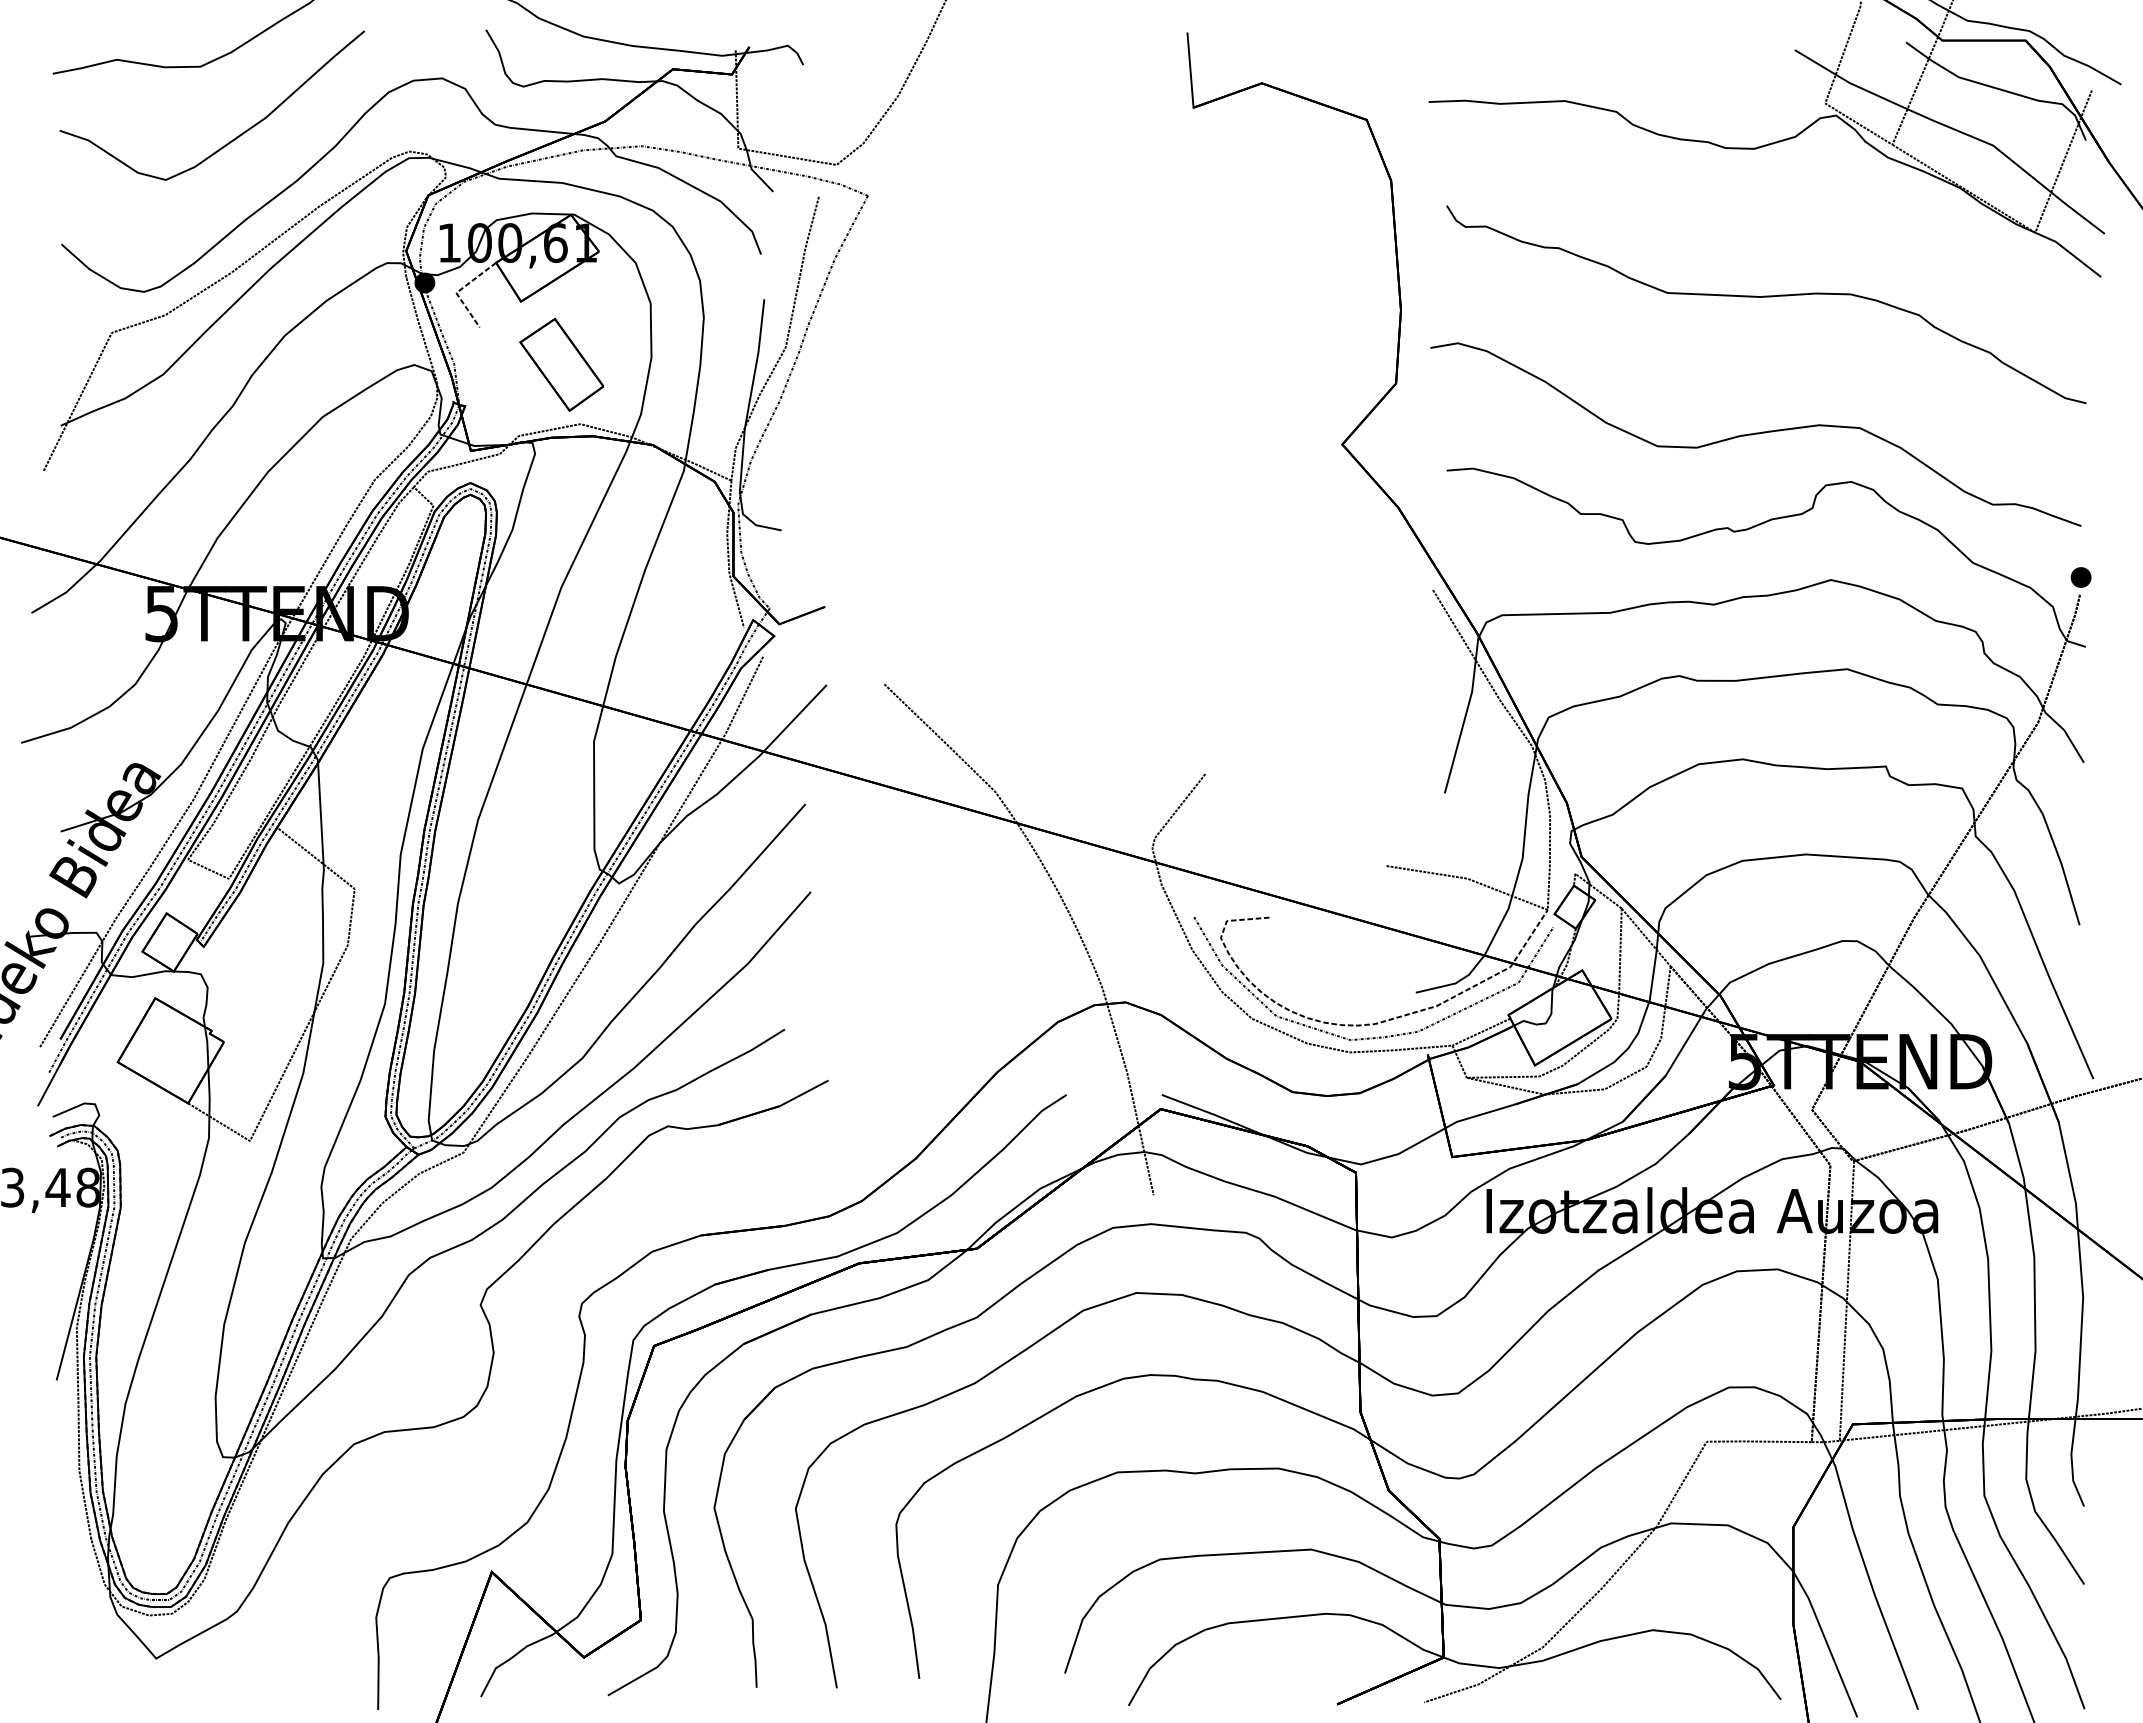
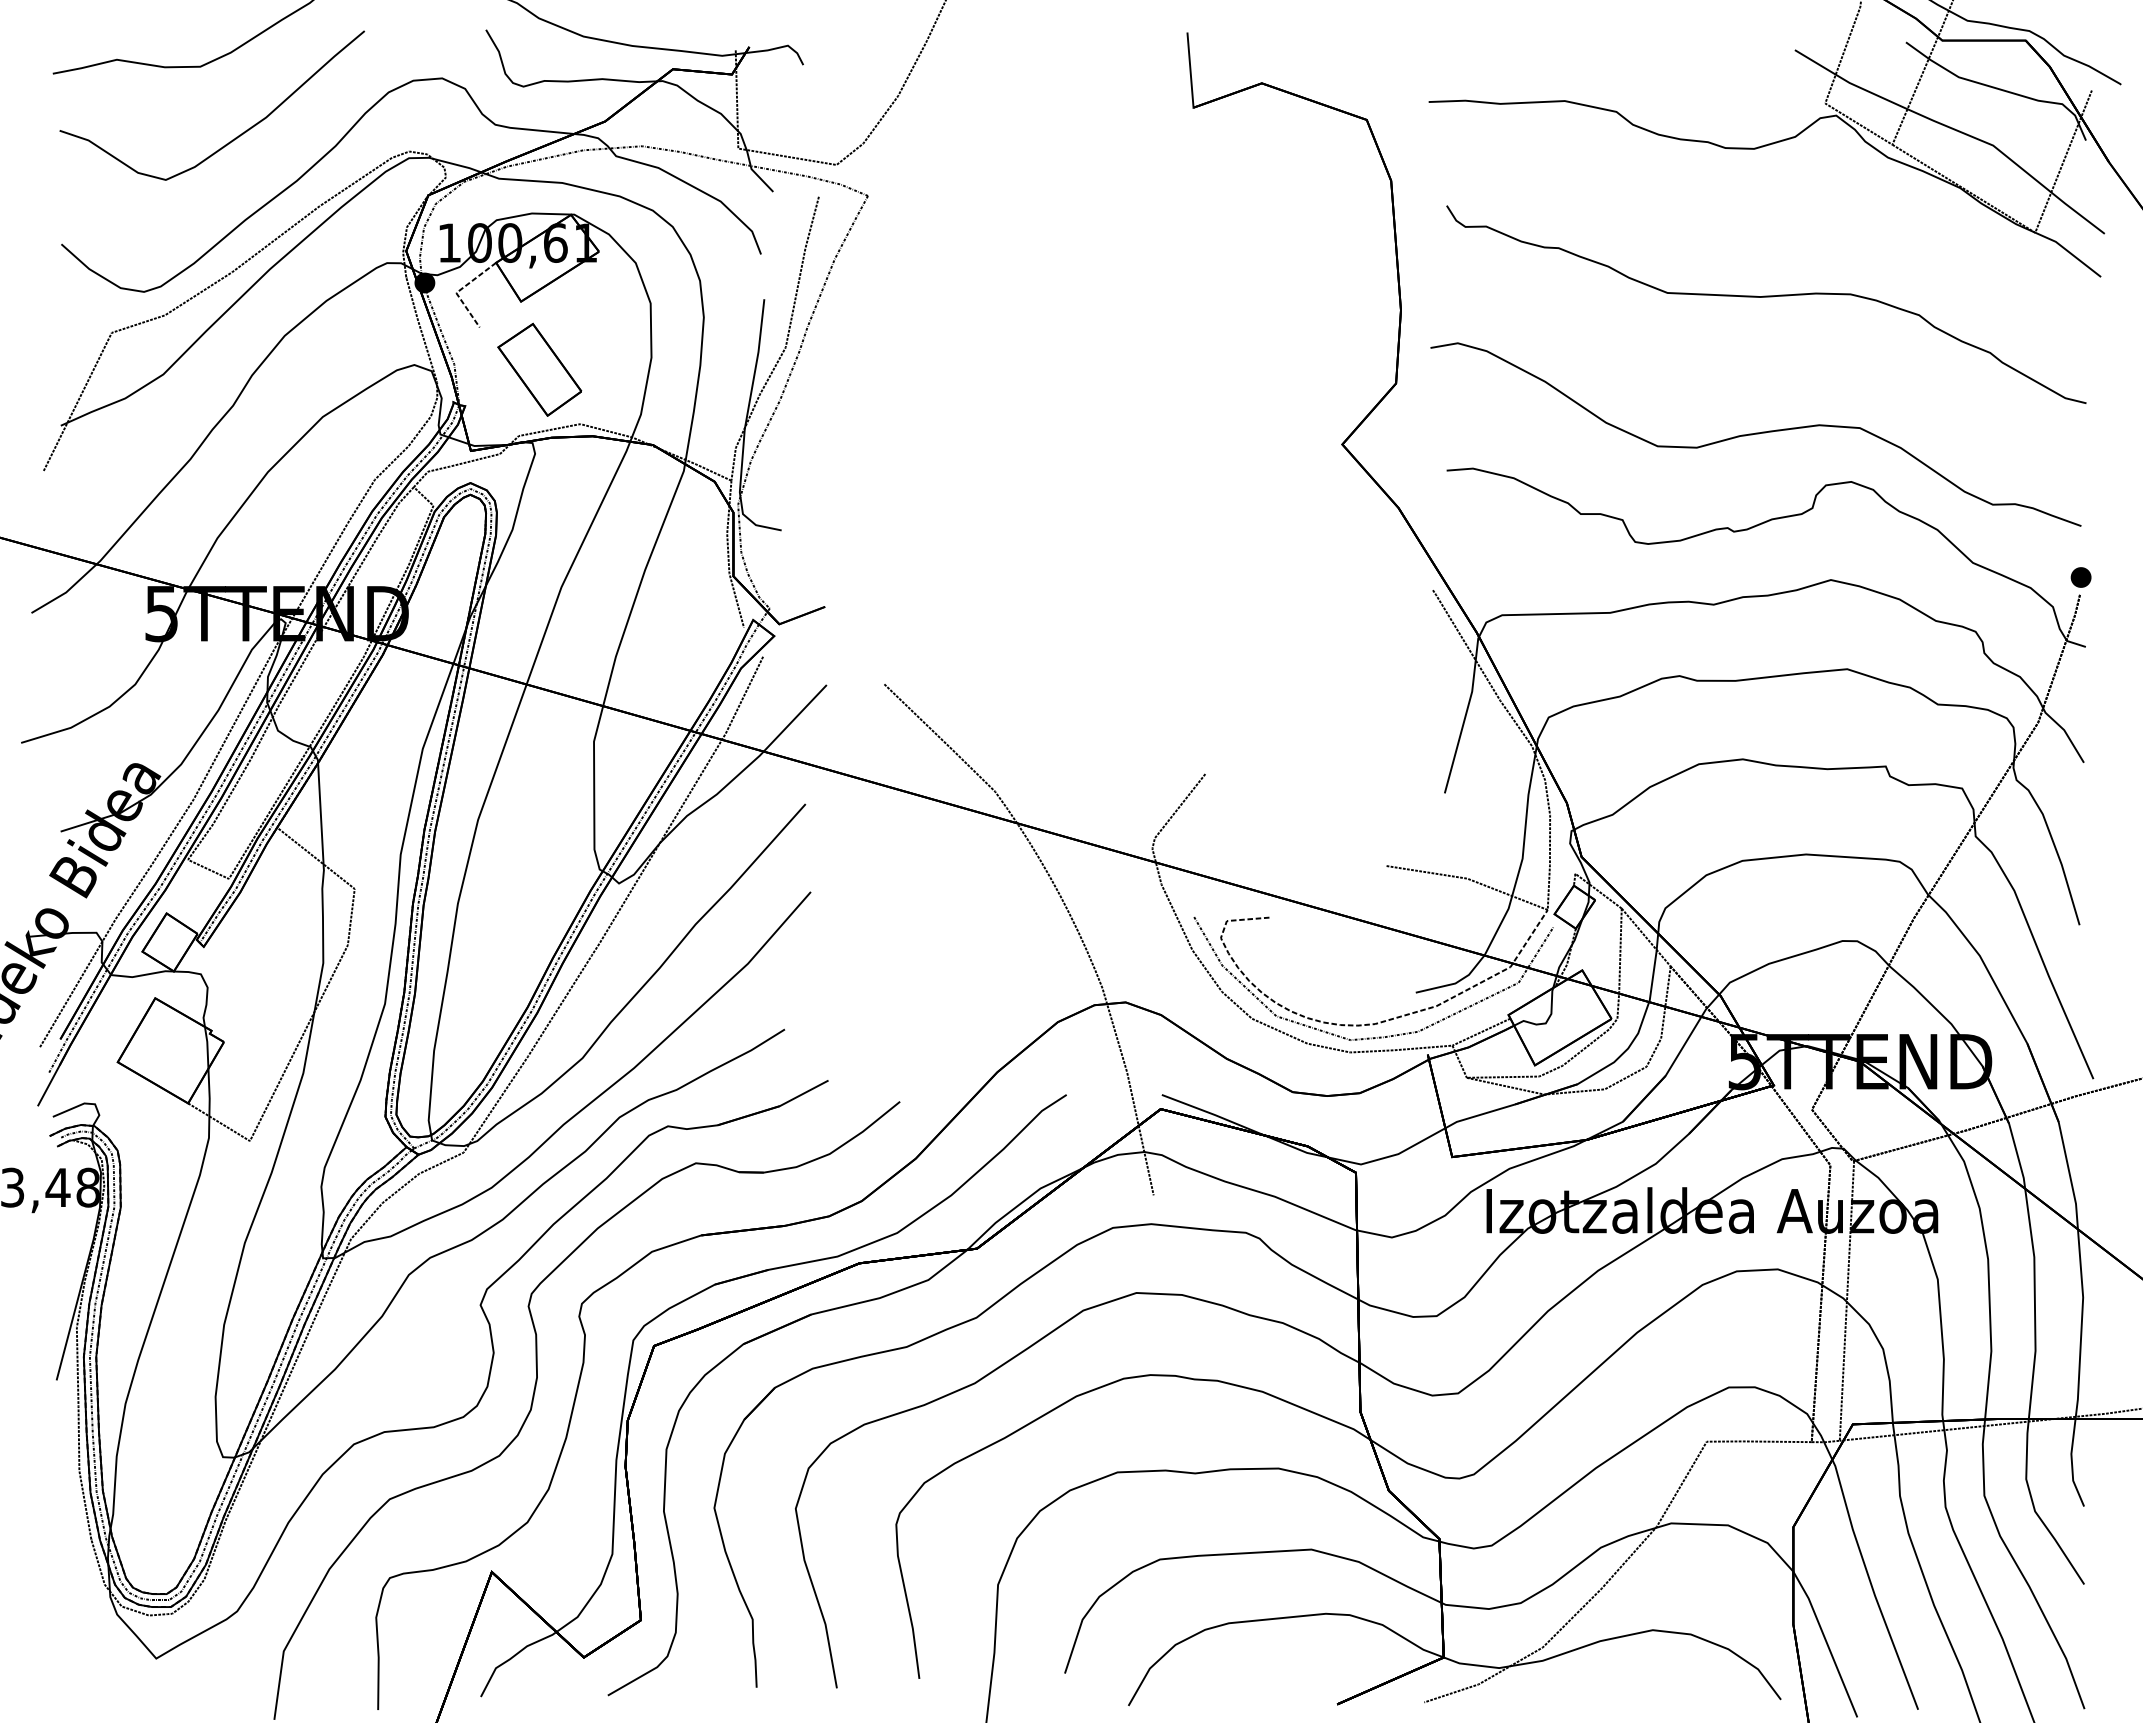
part at (561, 364) position: (561, 364) -> (539, 369)
part at (534, 1397): none -> present
